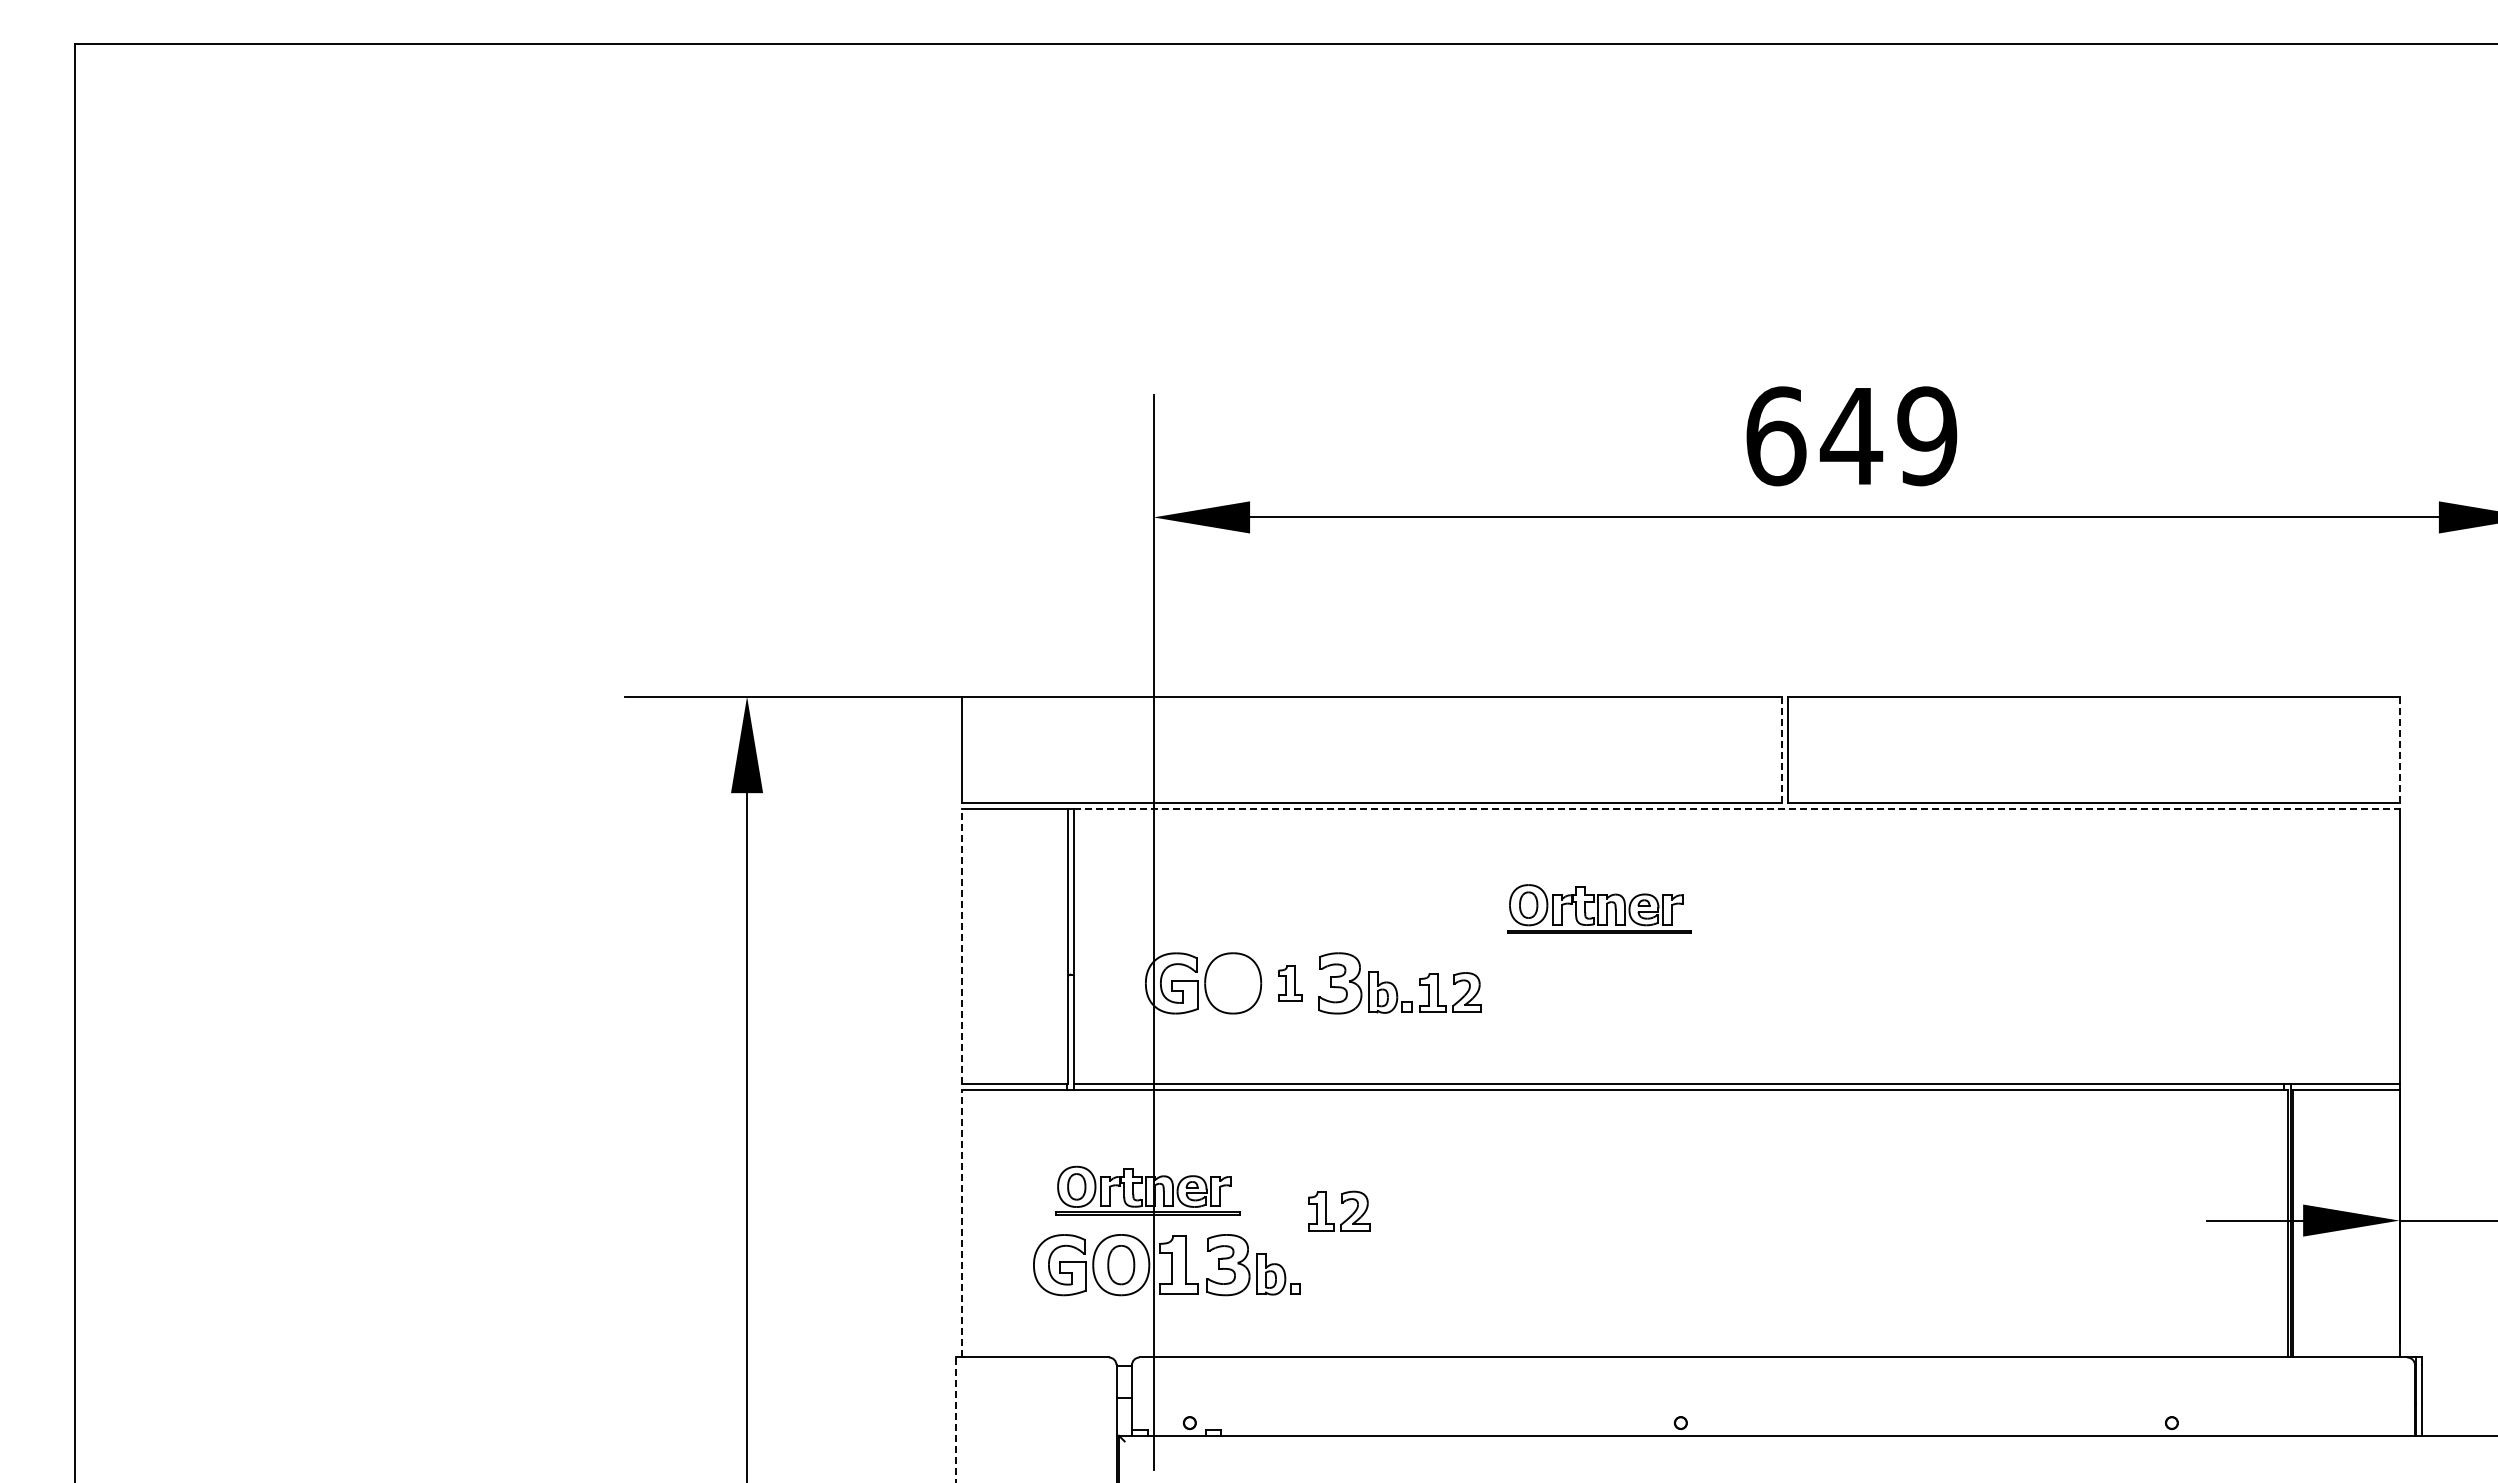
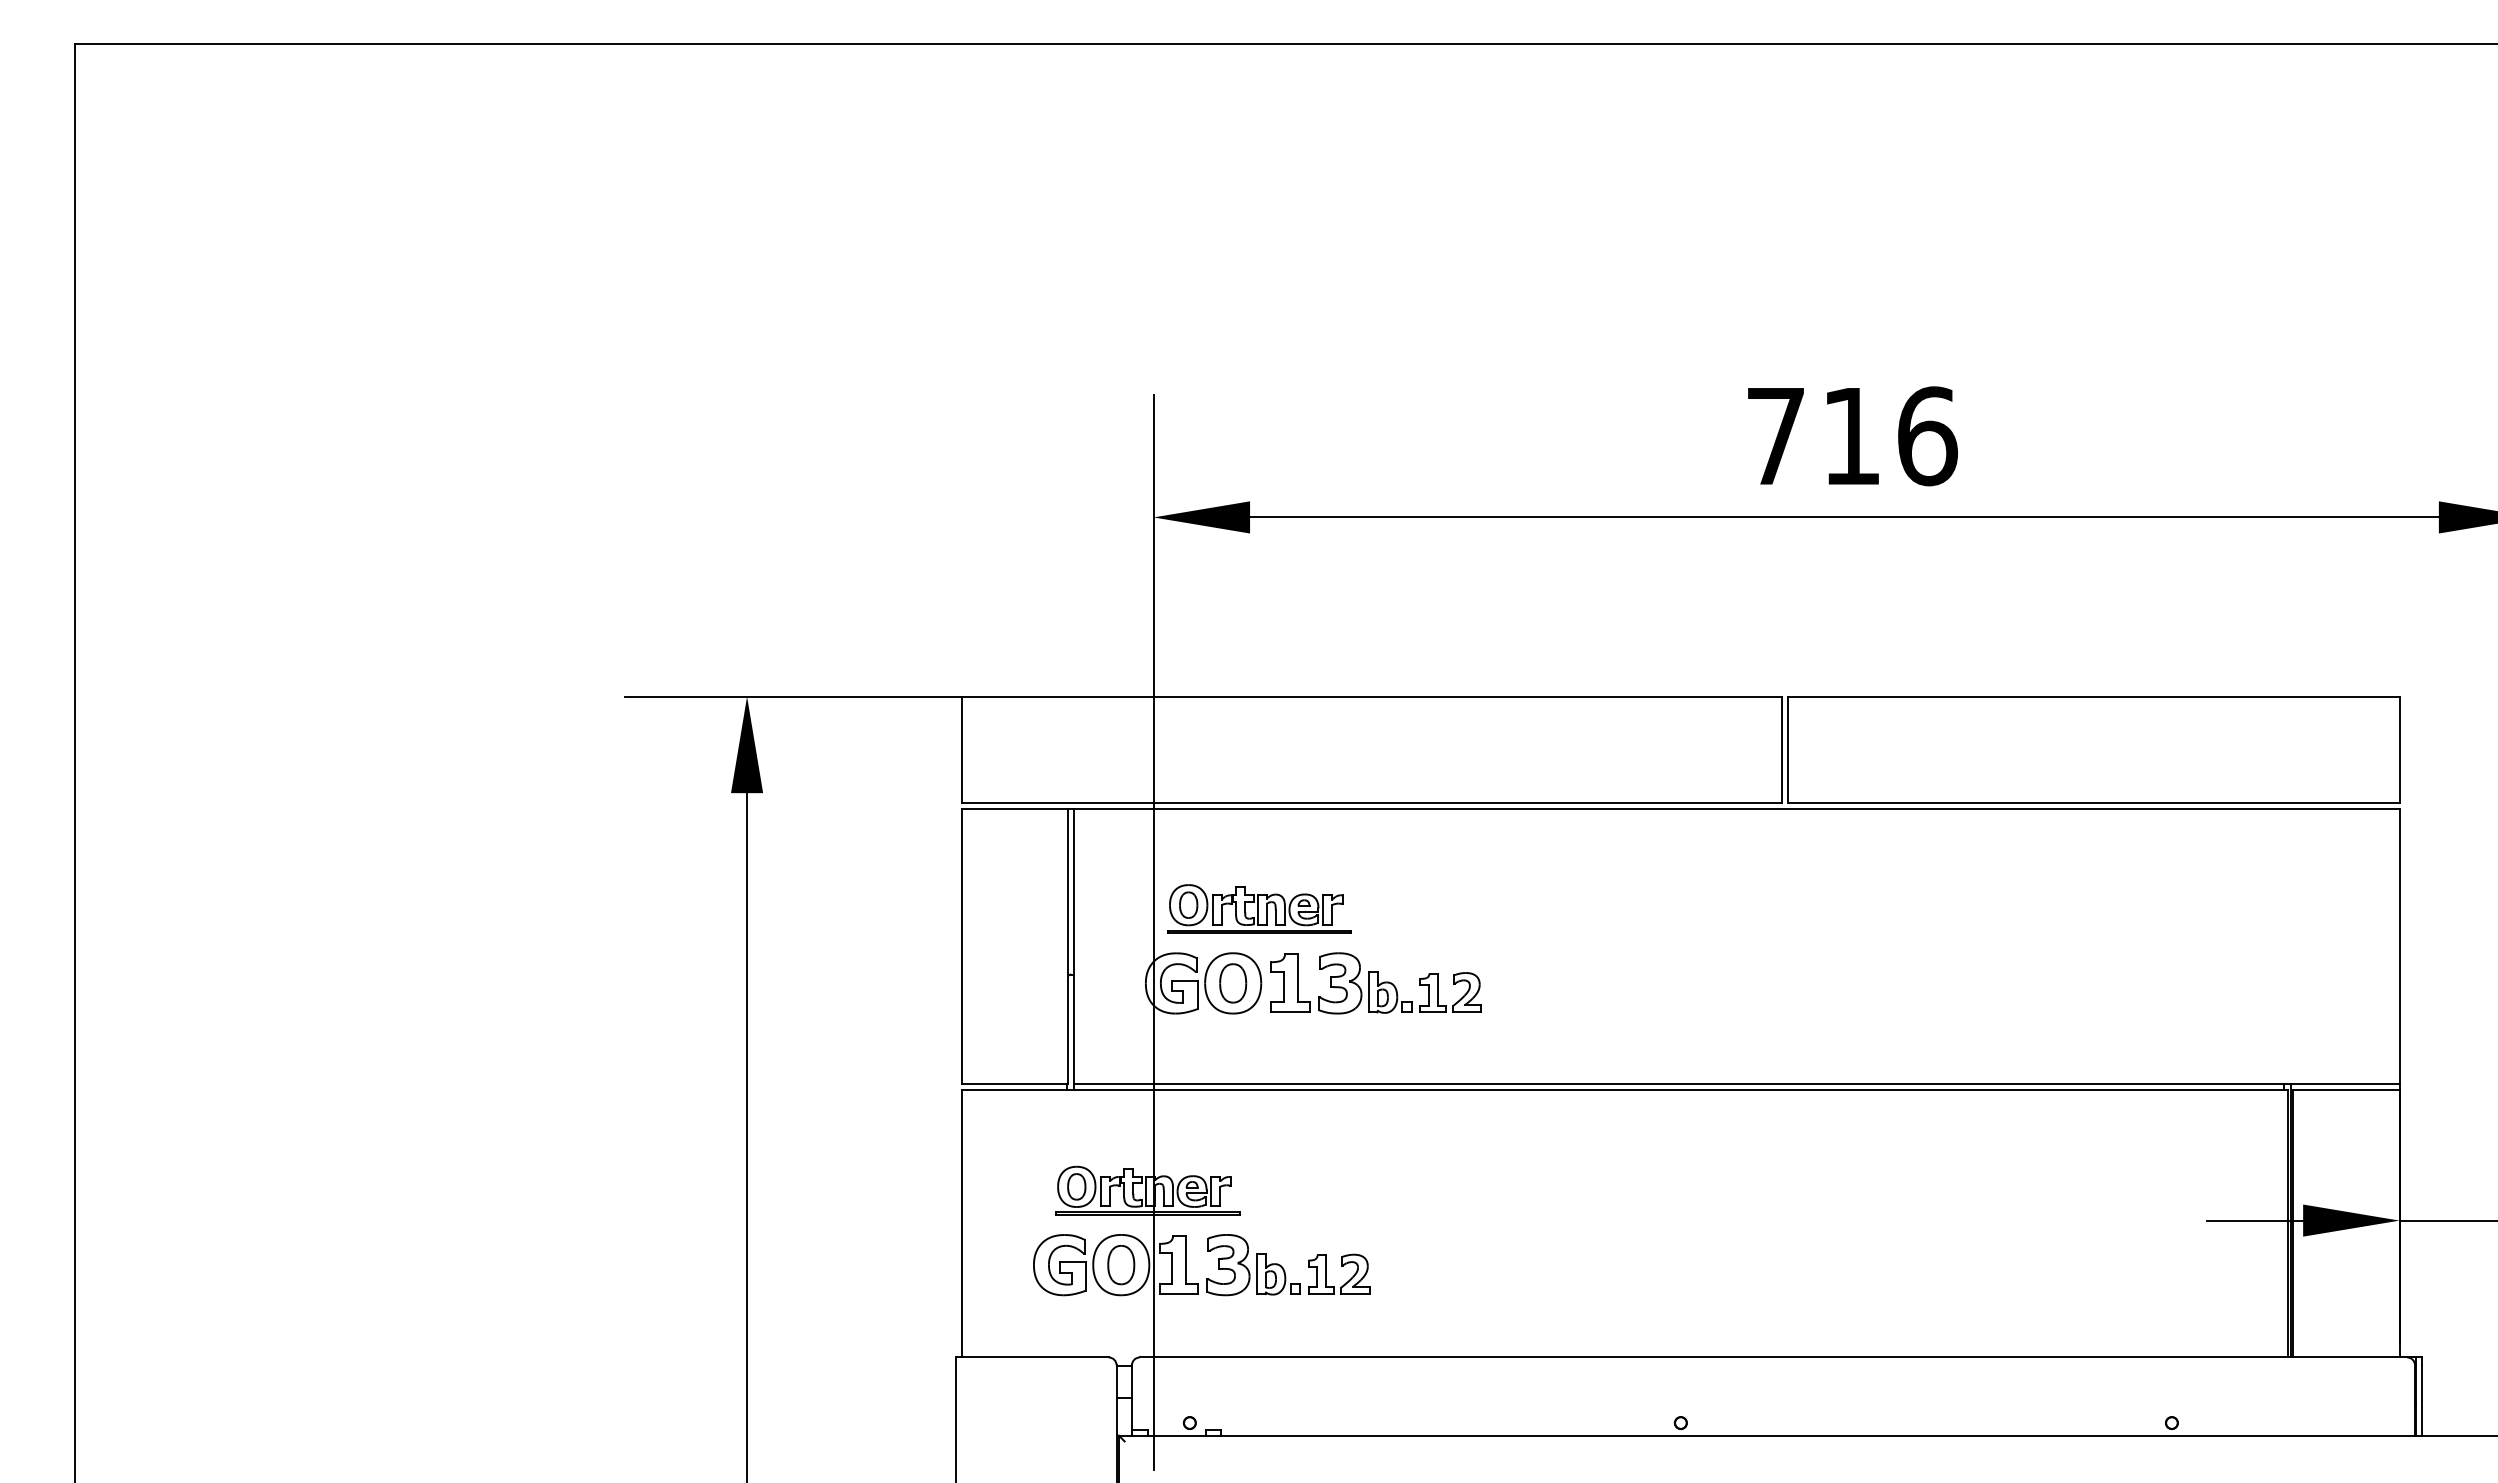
text at (1851, 436): 649 -> 716
line at (1782, 749): dashed -> solid
line at (2399, 749): dashed -> solid
line at (1736, 808): dashed -> solid
part at (1599, 908) position: (1599, 908) -> (1259, 908)
line at (962, 946): dashed -> solid
part at (1233, 983): none -> present
part at (1290, 983) size: 25x37 px -> 41x60 px
part at (1341, 1203) position: (1341, 1203) -> (1341, 1266)
line at (962, 1223): dashed -> solid
line at (956, 1419): dashed -> solid
